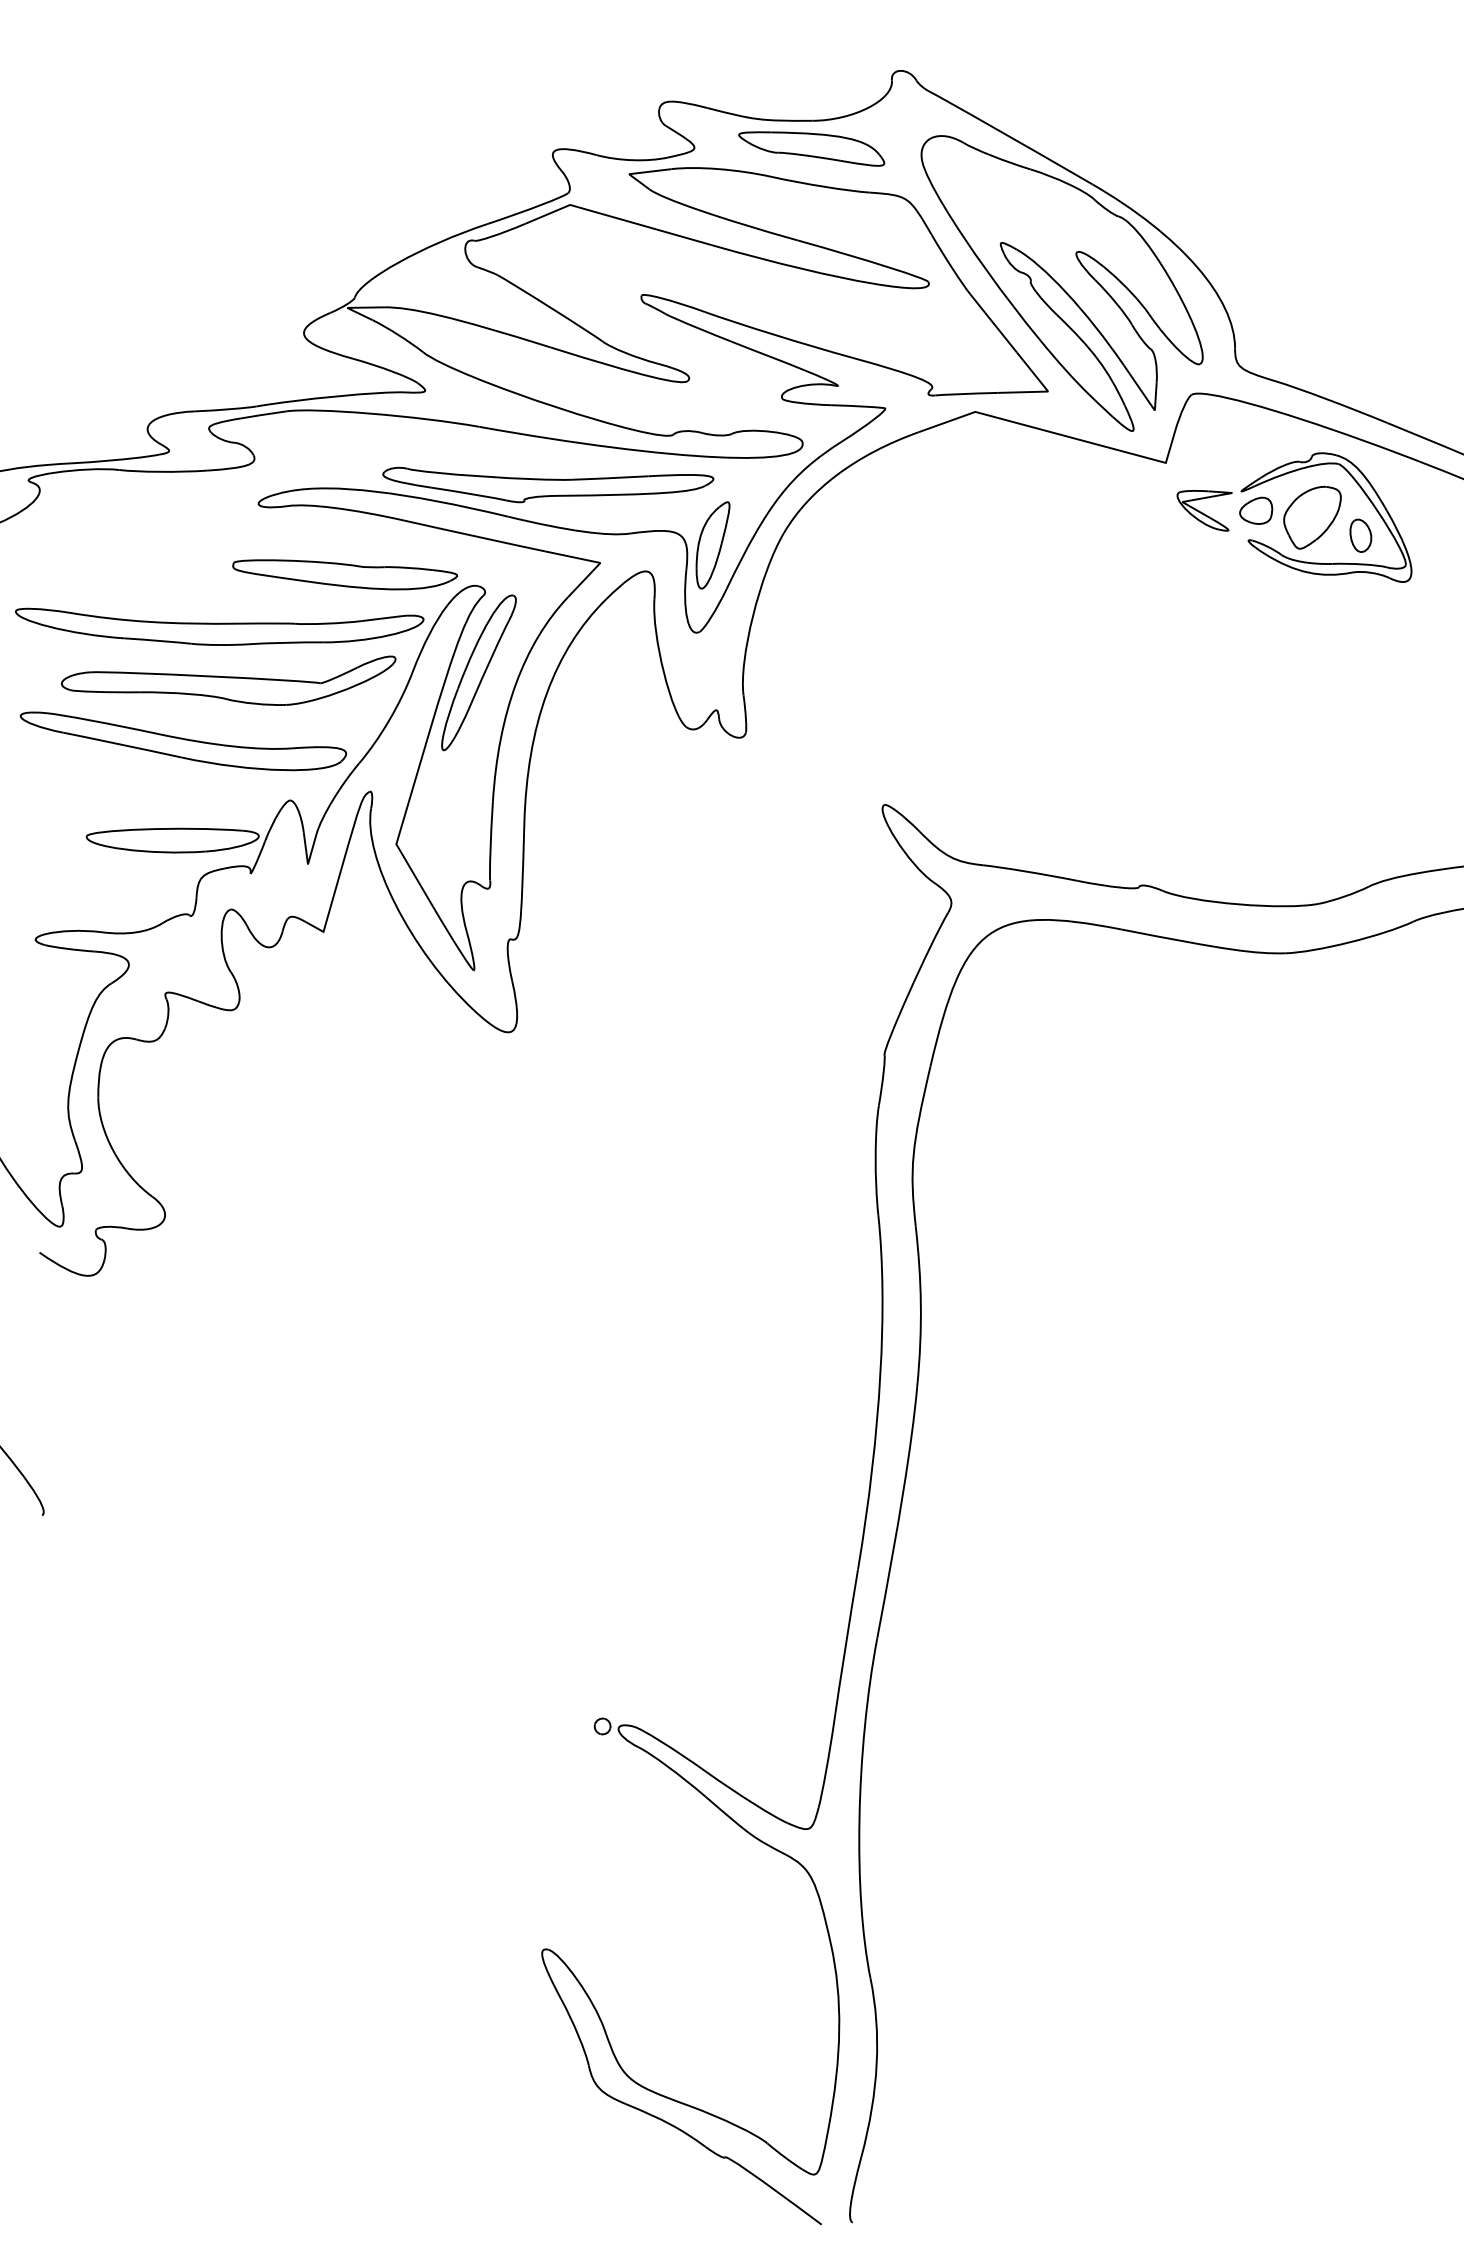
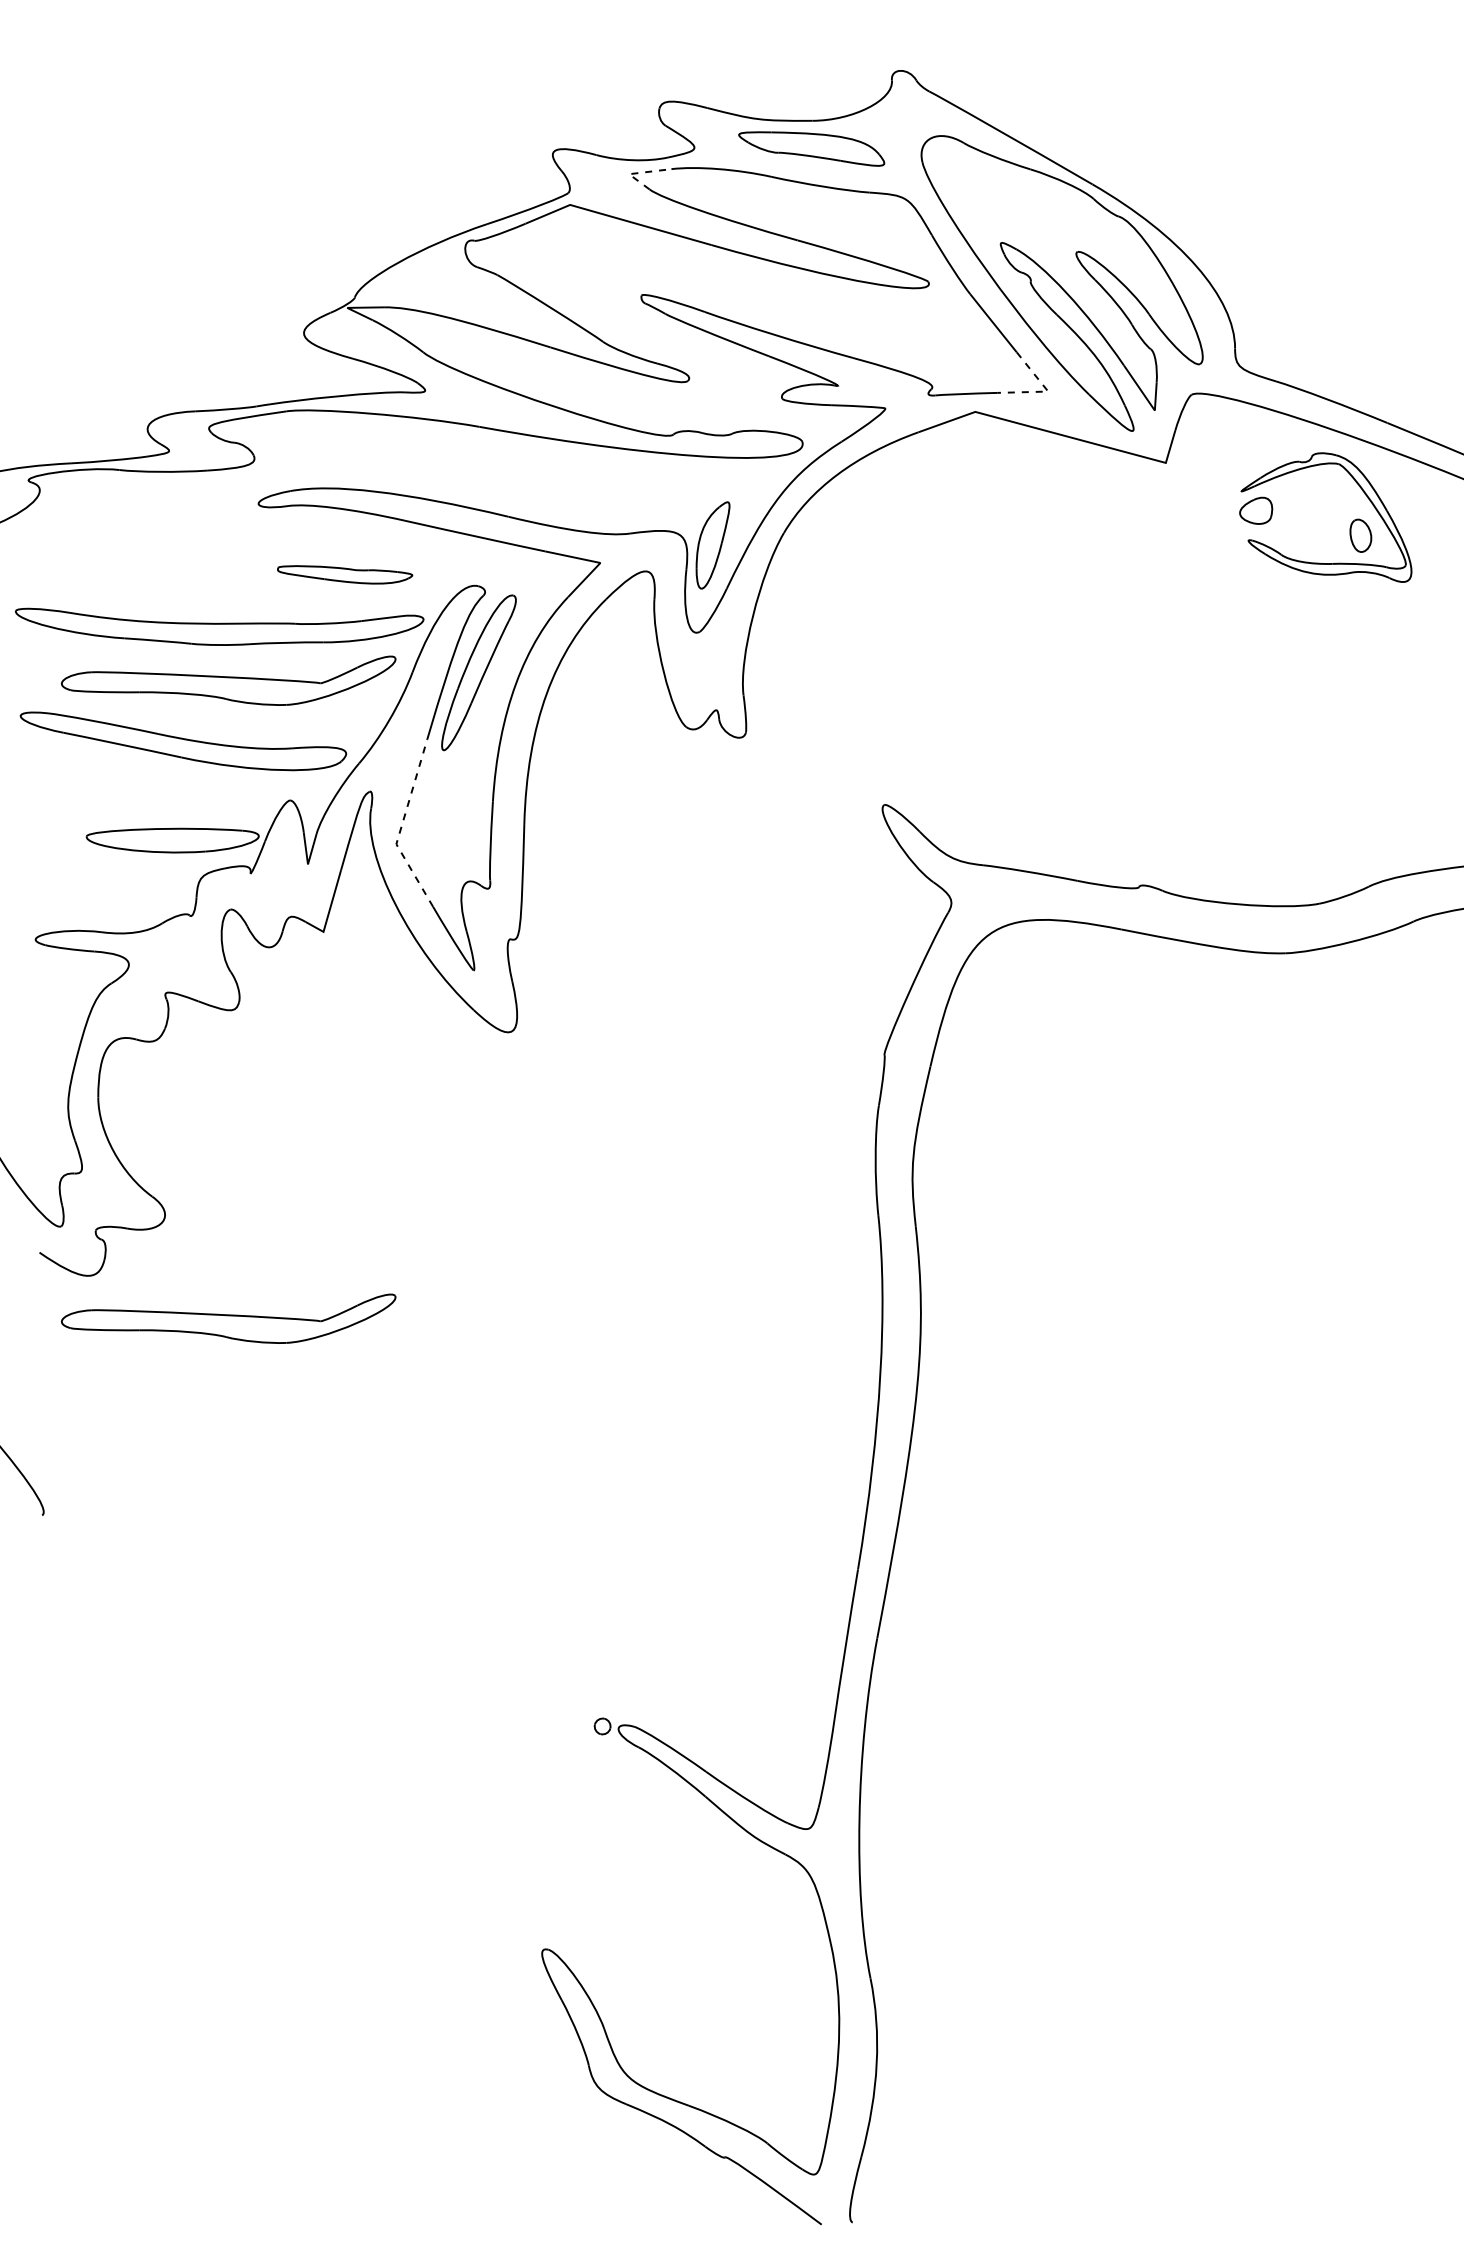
line at (636, 173): solid -> dashed
line at (1048, 391): solid -> dashed
part at (548, 484): present -> none
part at (1204, 510): present -> none
part at (1312, 517): present -> none
part at (344, 574) size: 226x32 px -> 137x20 px
line at (401, 827): solid -> dashed
part at (228, 1318): none -> present
